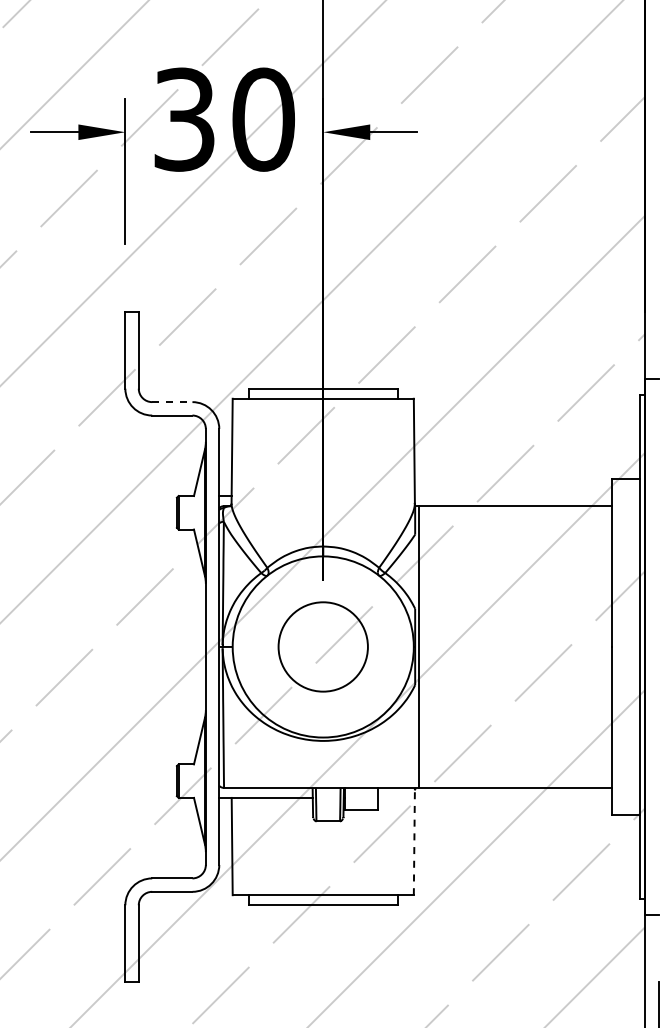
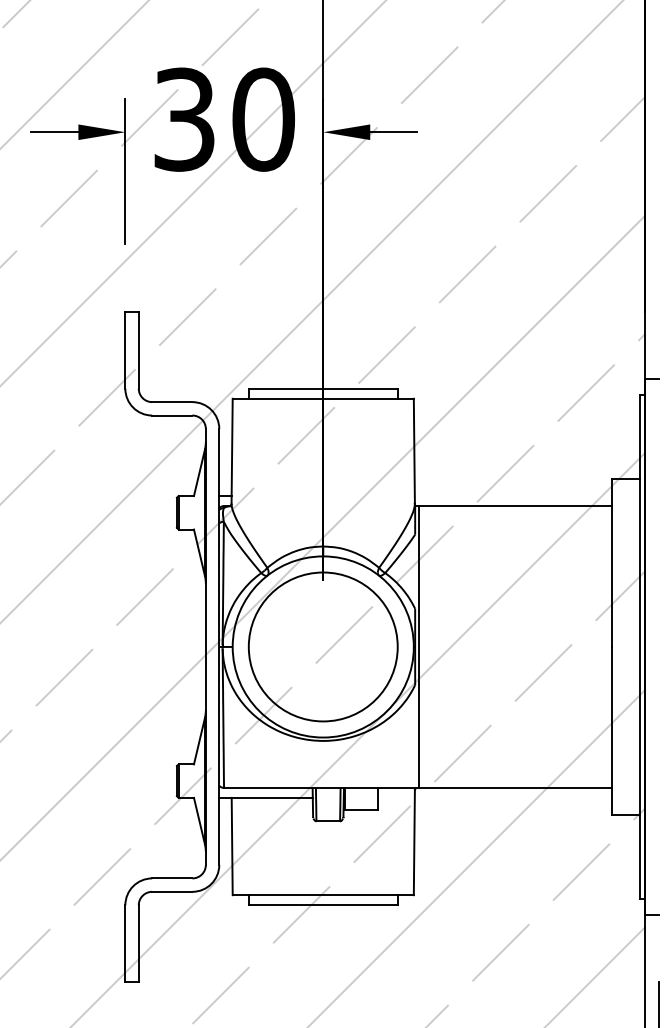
line at (172, 402): dashed -> solid
circle at (322, 646) diameter: 89 px -> 149 px
line at (414, 842): dashed -> solid
